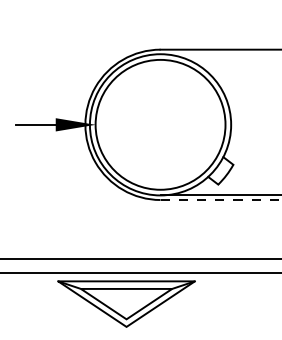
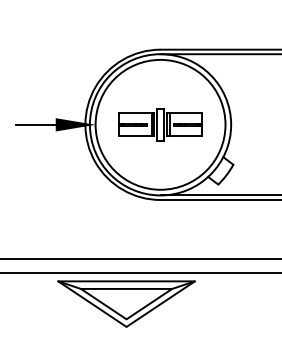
line at (219, 54): none -> present
part at (160, 124): none -> present
line at (221, 200): dashed -> solid
